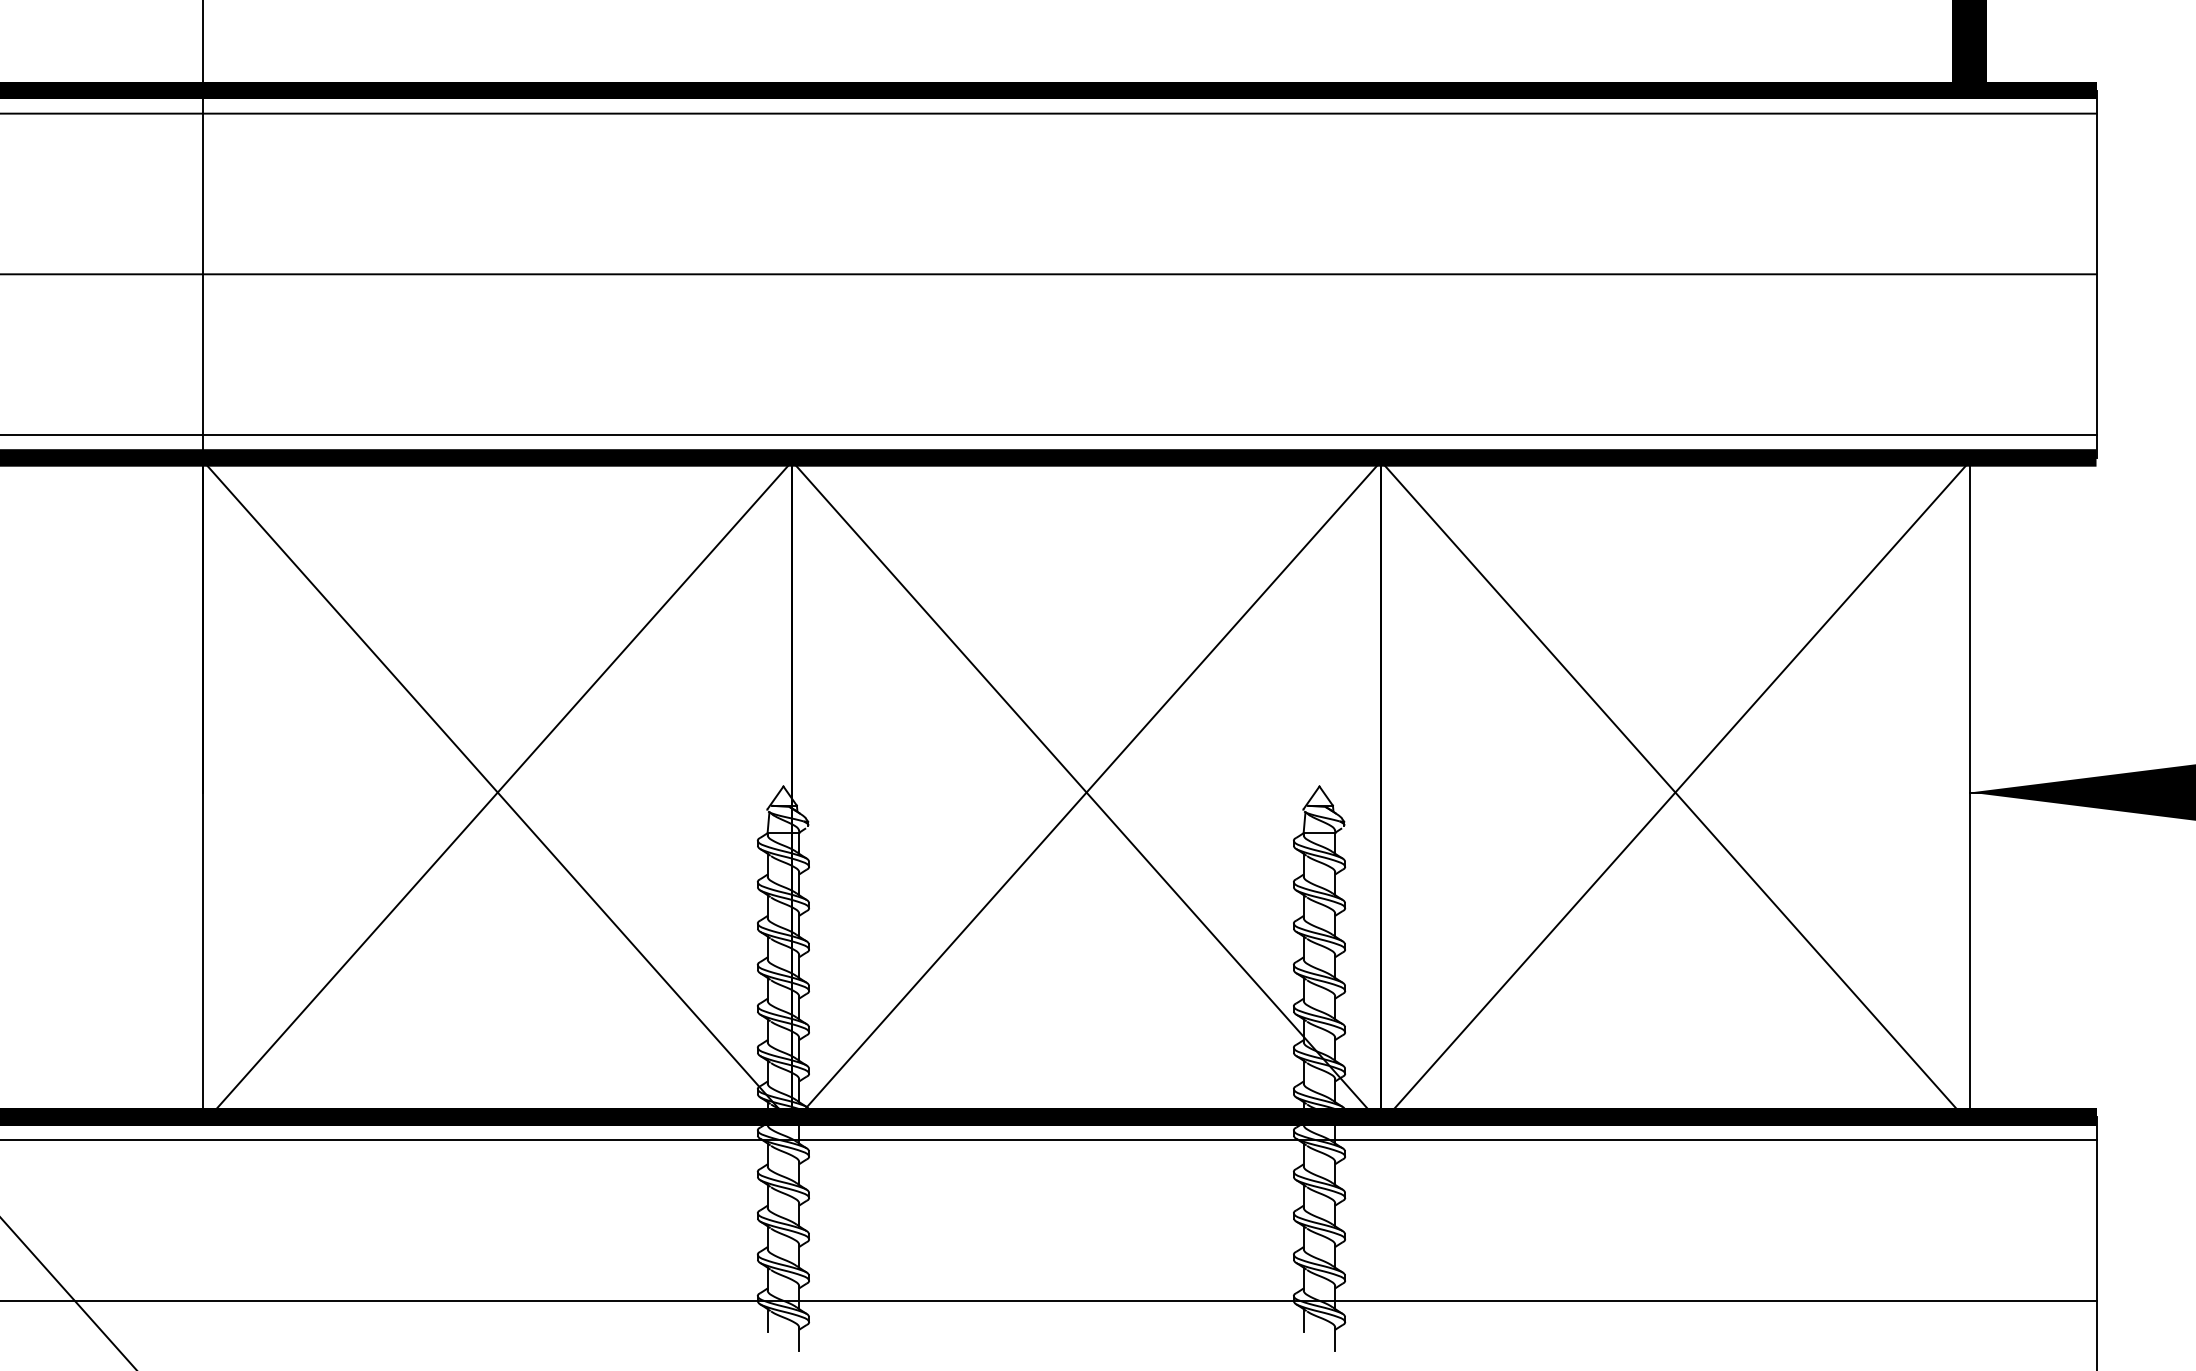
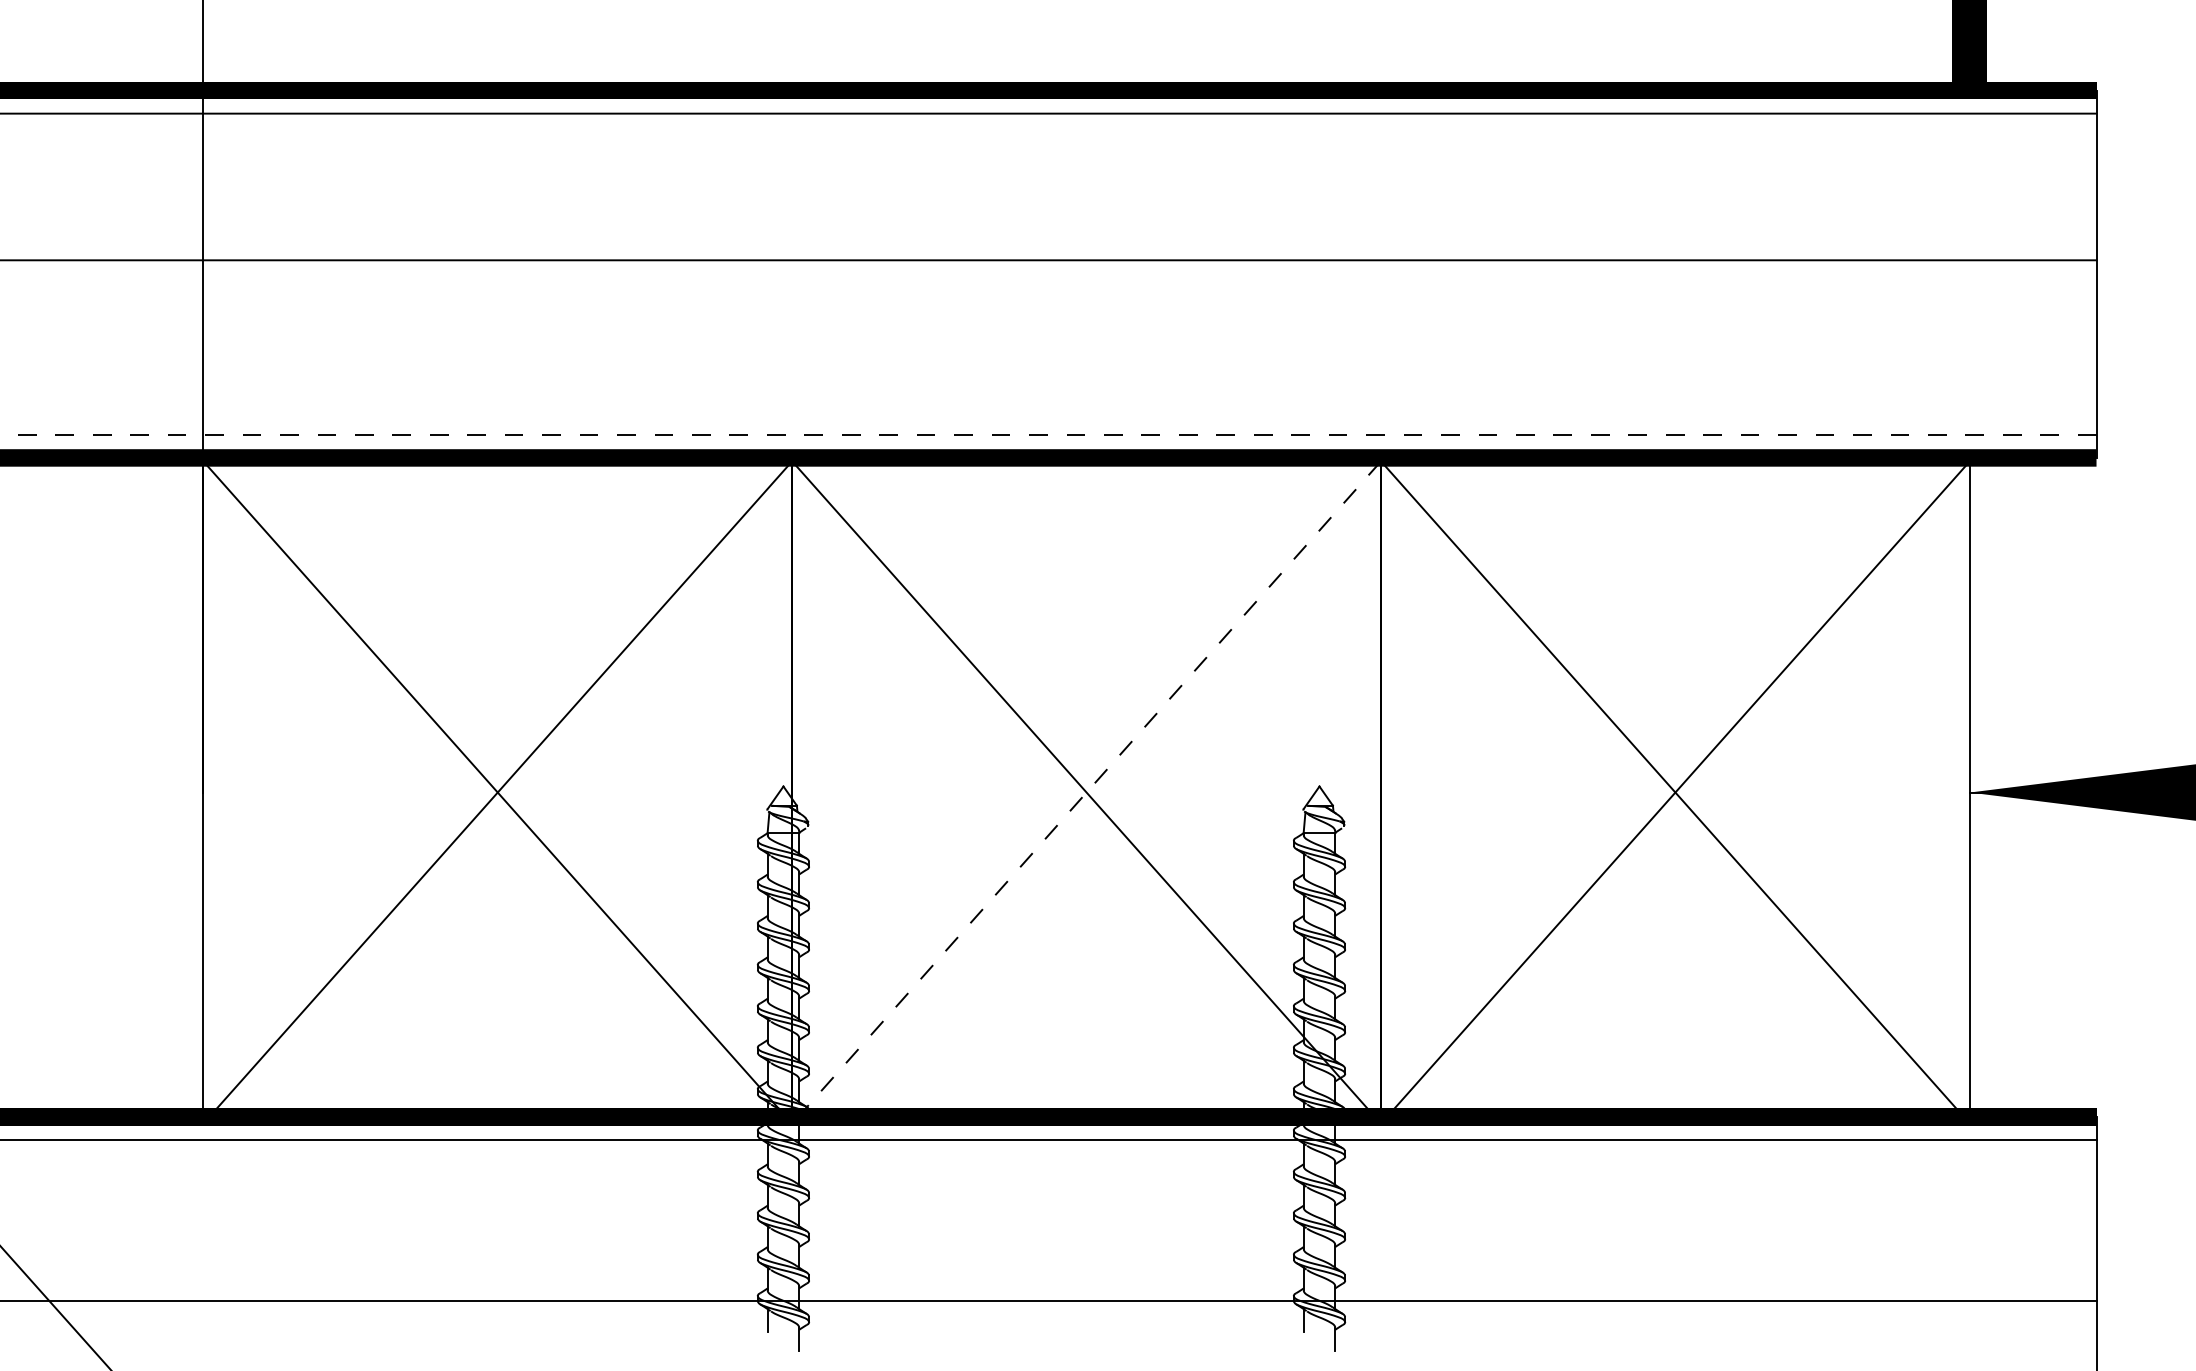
line at (1049, 274) position: (1049, 274) -> (1049, 260)
line at (1048, 435): solid -> dashed
line at (1086, 792): solid -> dashed
line at (68, 1293) position: (68, 1293) -> (55, 1307)
